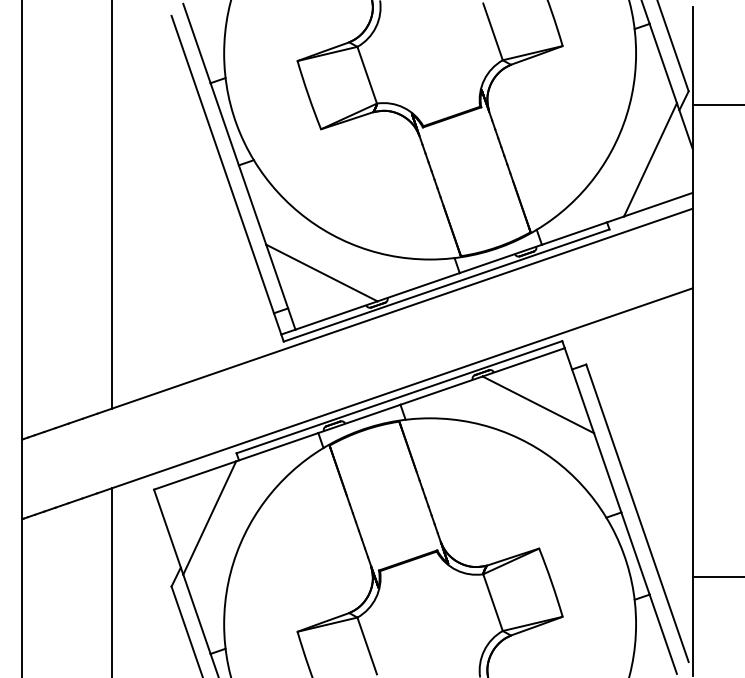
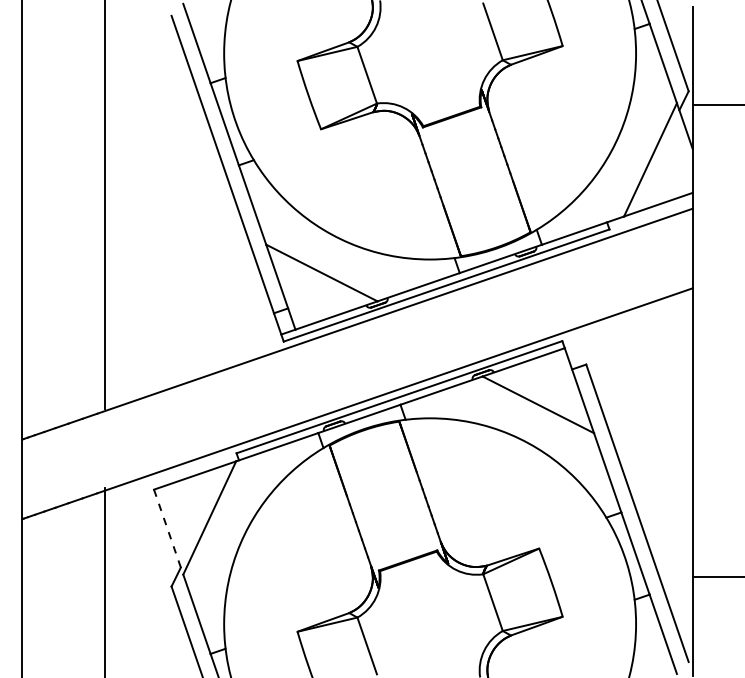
line at (112, 205) position: (112, 205) -> (105, 205)
line at (168, 532): solid -> dashed
line at (112, 581) position: (112, 581) -> (105, 581)
